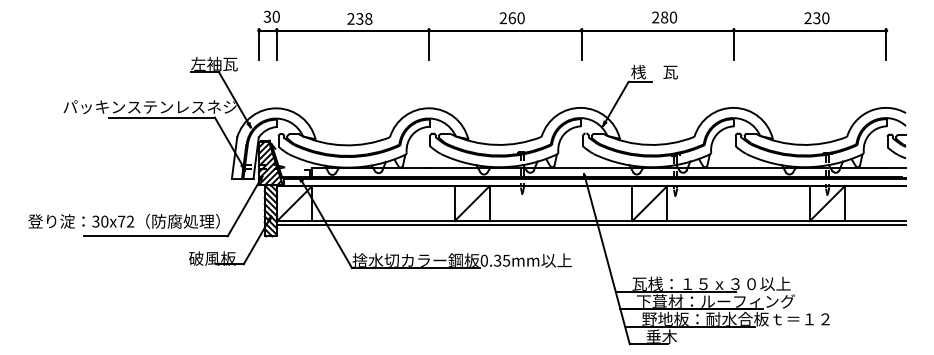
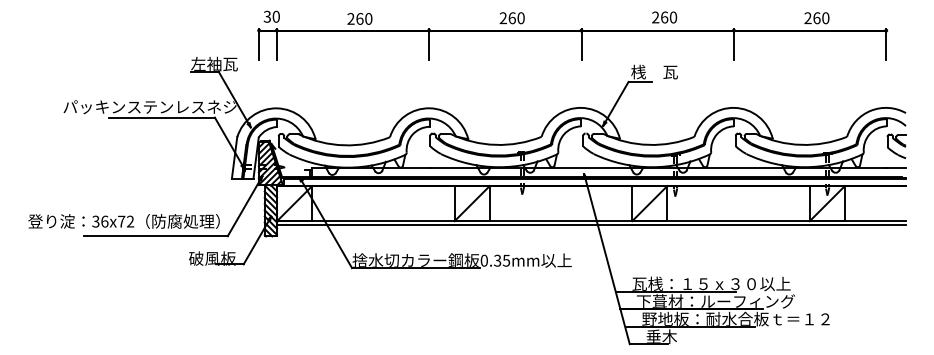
text at (664, 17): 280 -> 260
text at (364, 18): 238 -> 260
text at (816, 18): 230 -> 260
text at (104, 221): 30x72 -> 36x72
